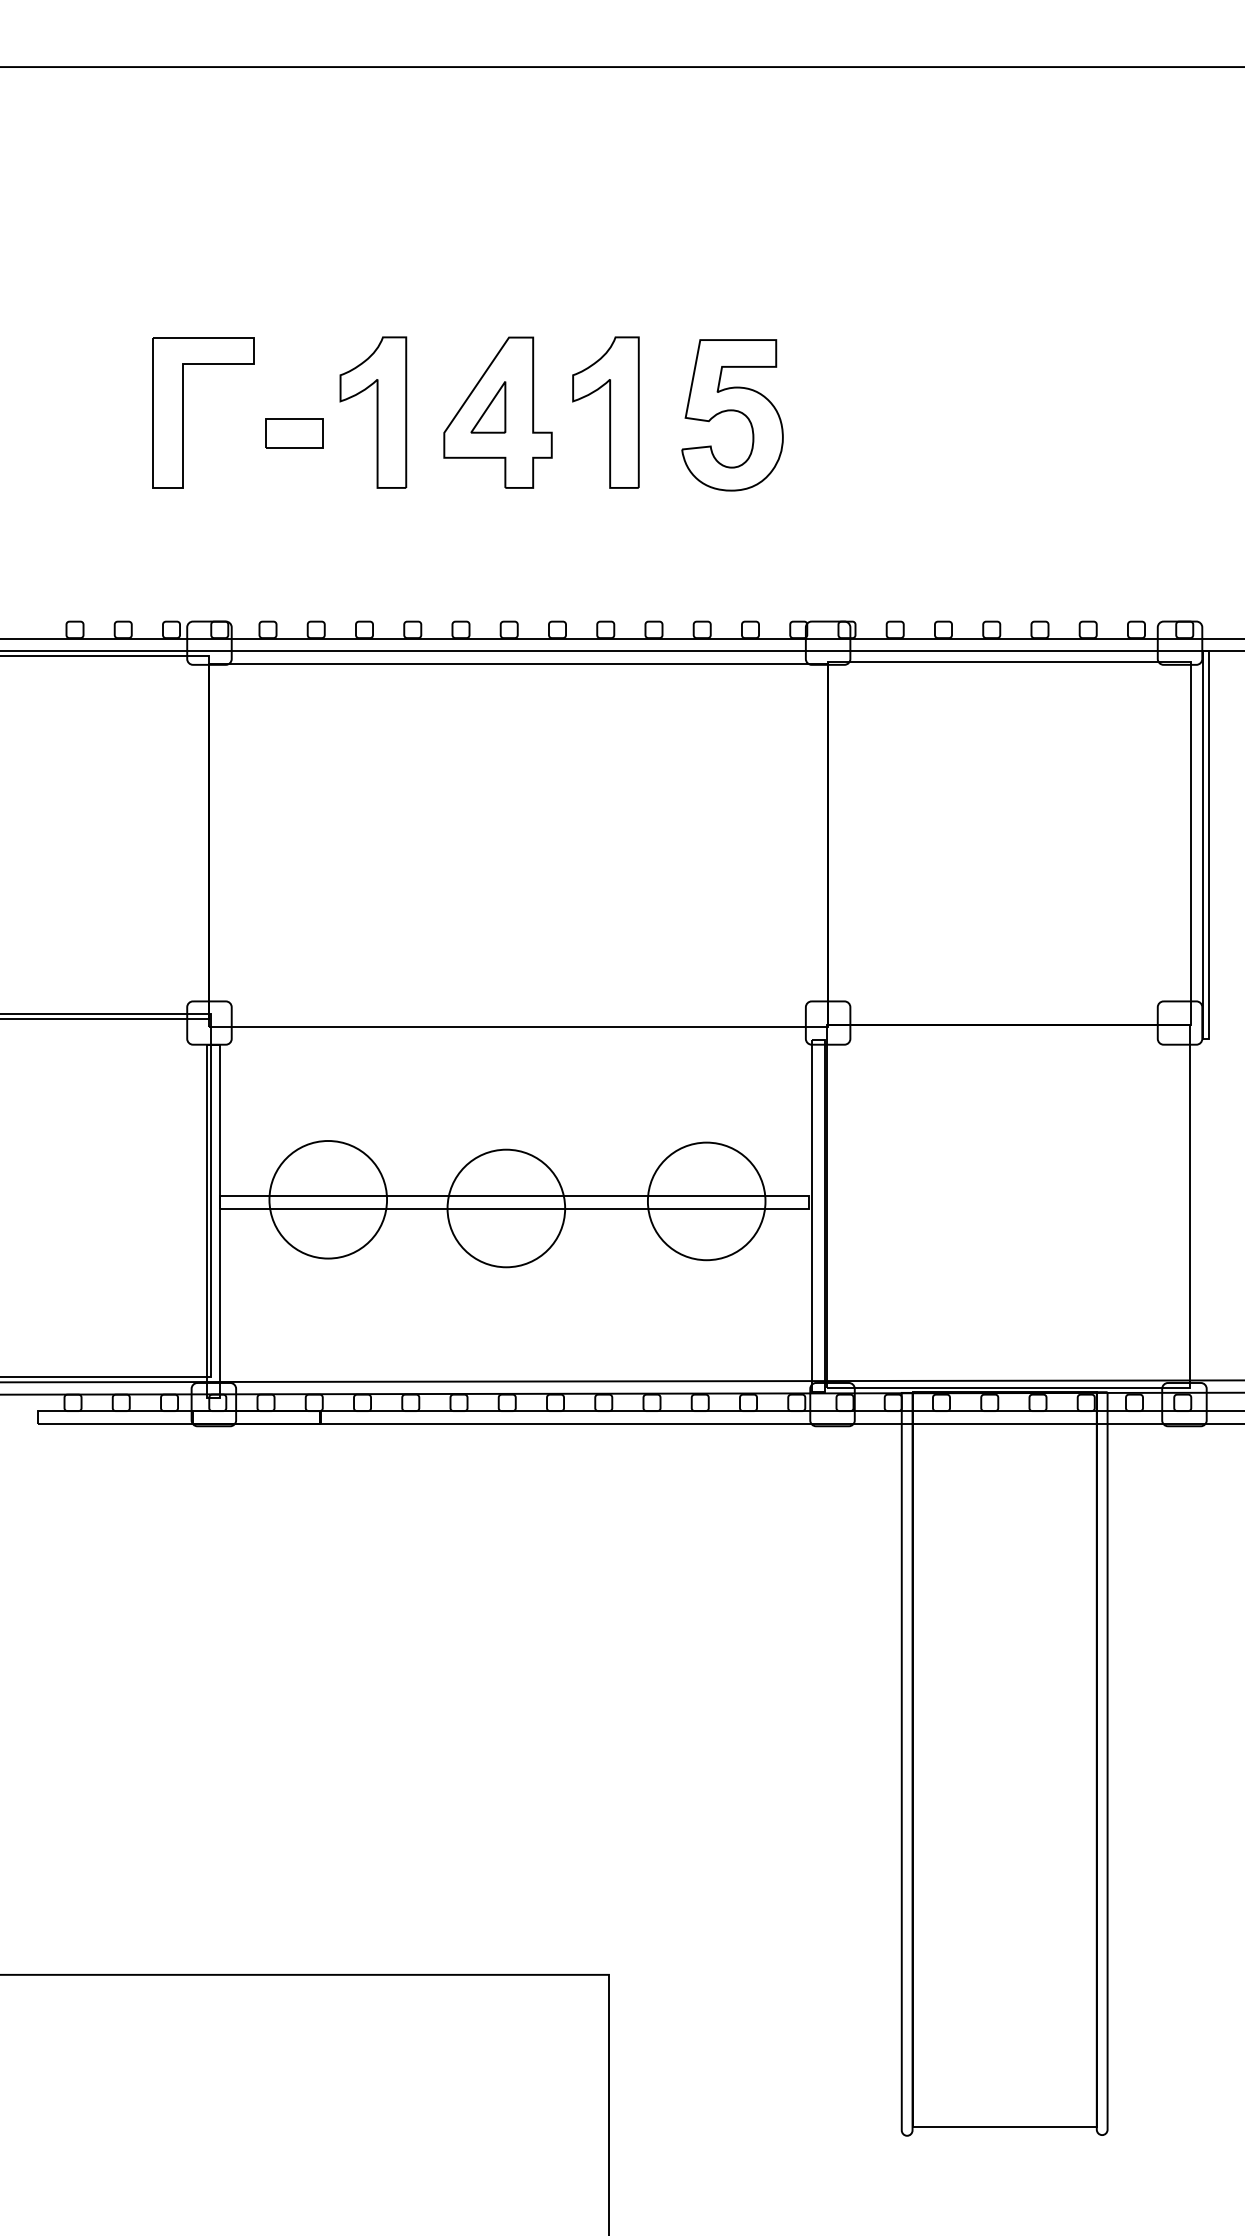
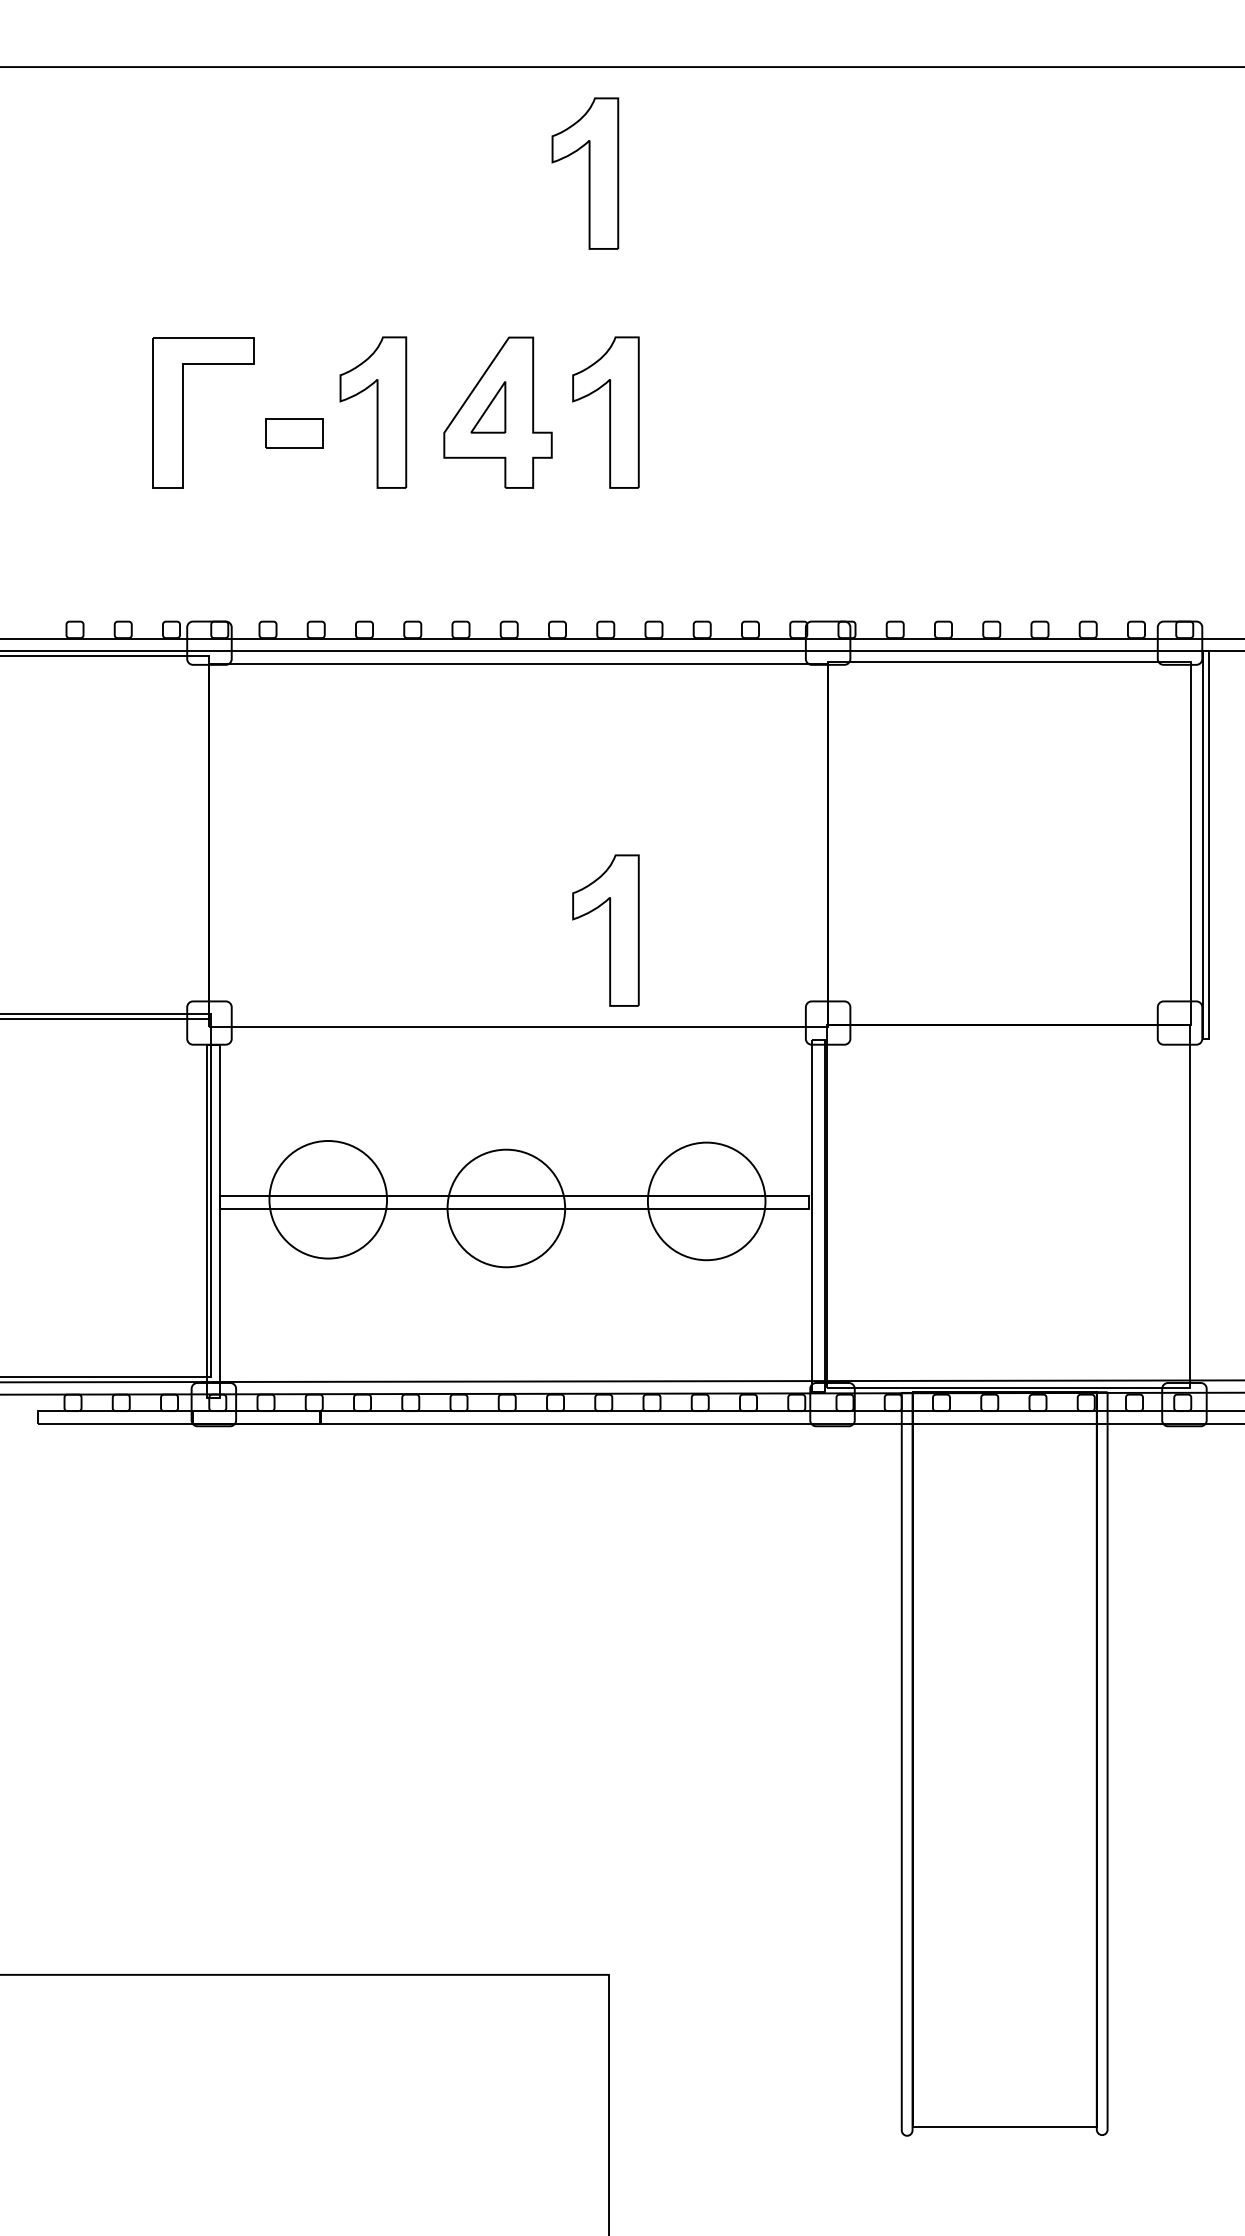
part at (585, 173): none -> present
part at (732, 415): present -> none
part at (605, 930): none -> present
